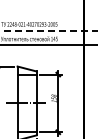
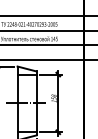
line at (48, 16): none -> present
line at (49, 30): dashed -> solid
line at (48, 59): none -> present
